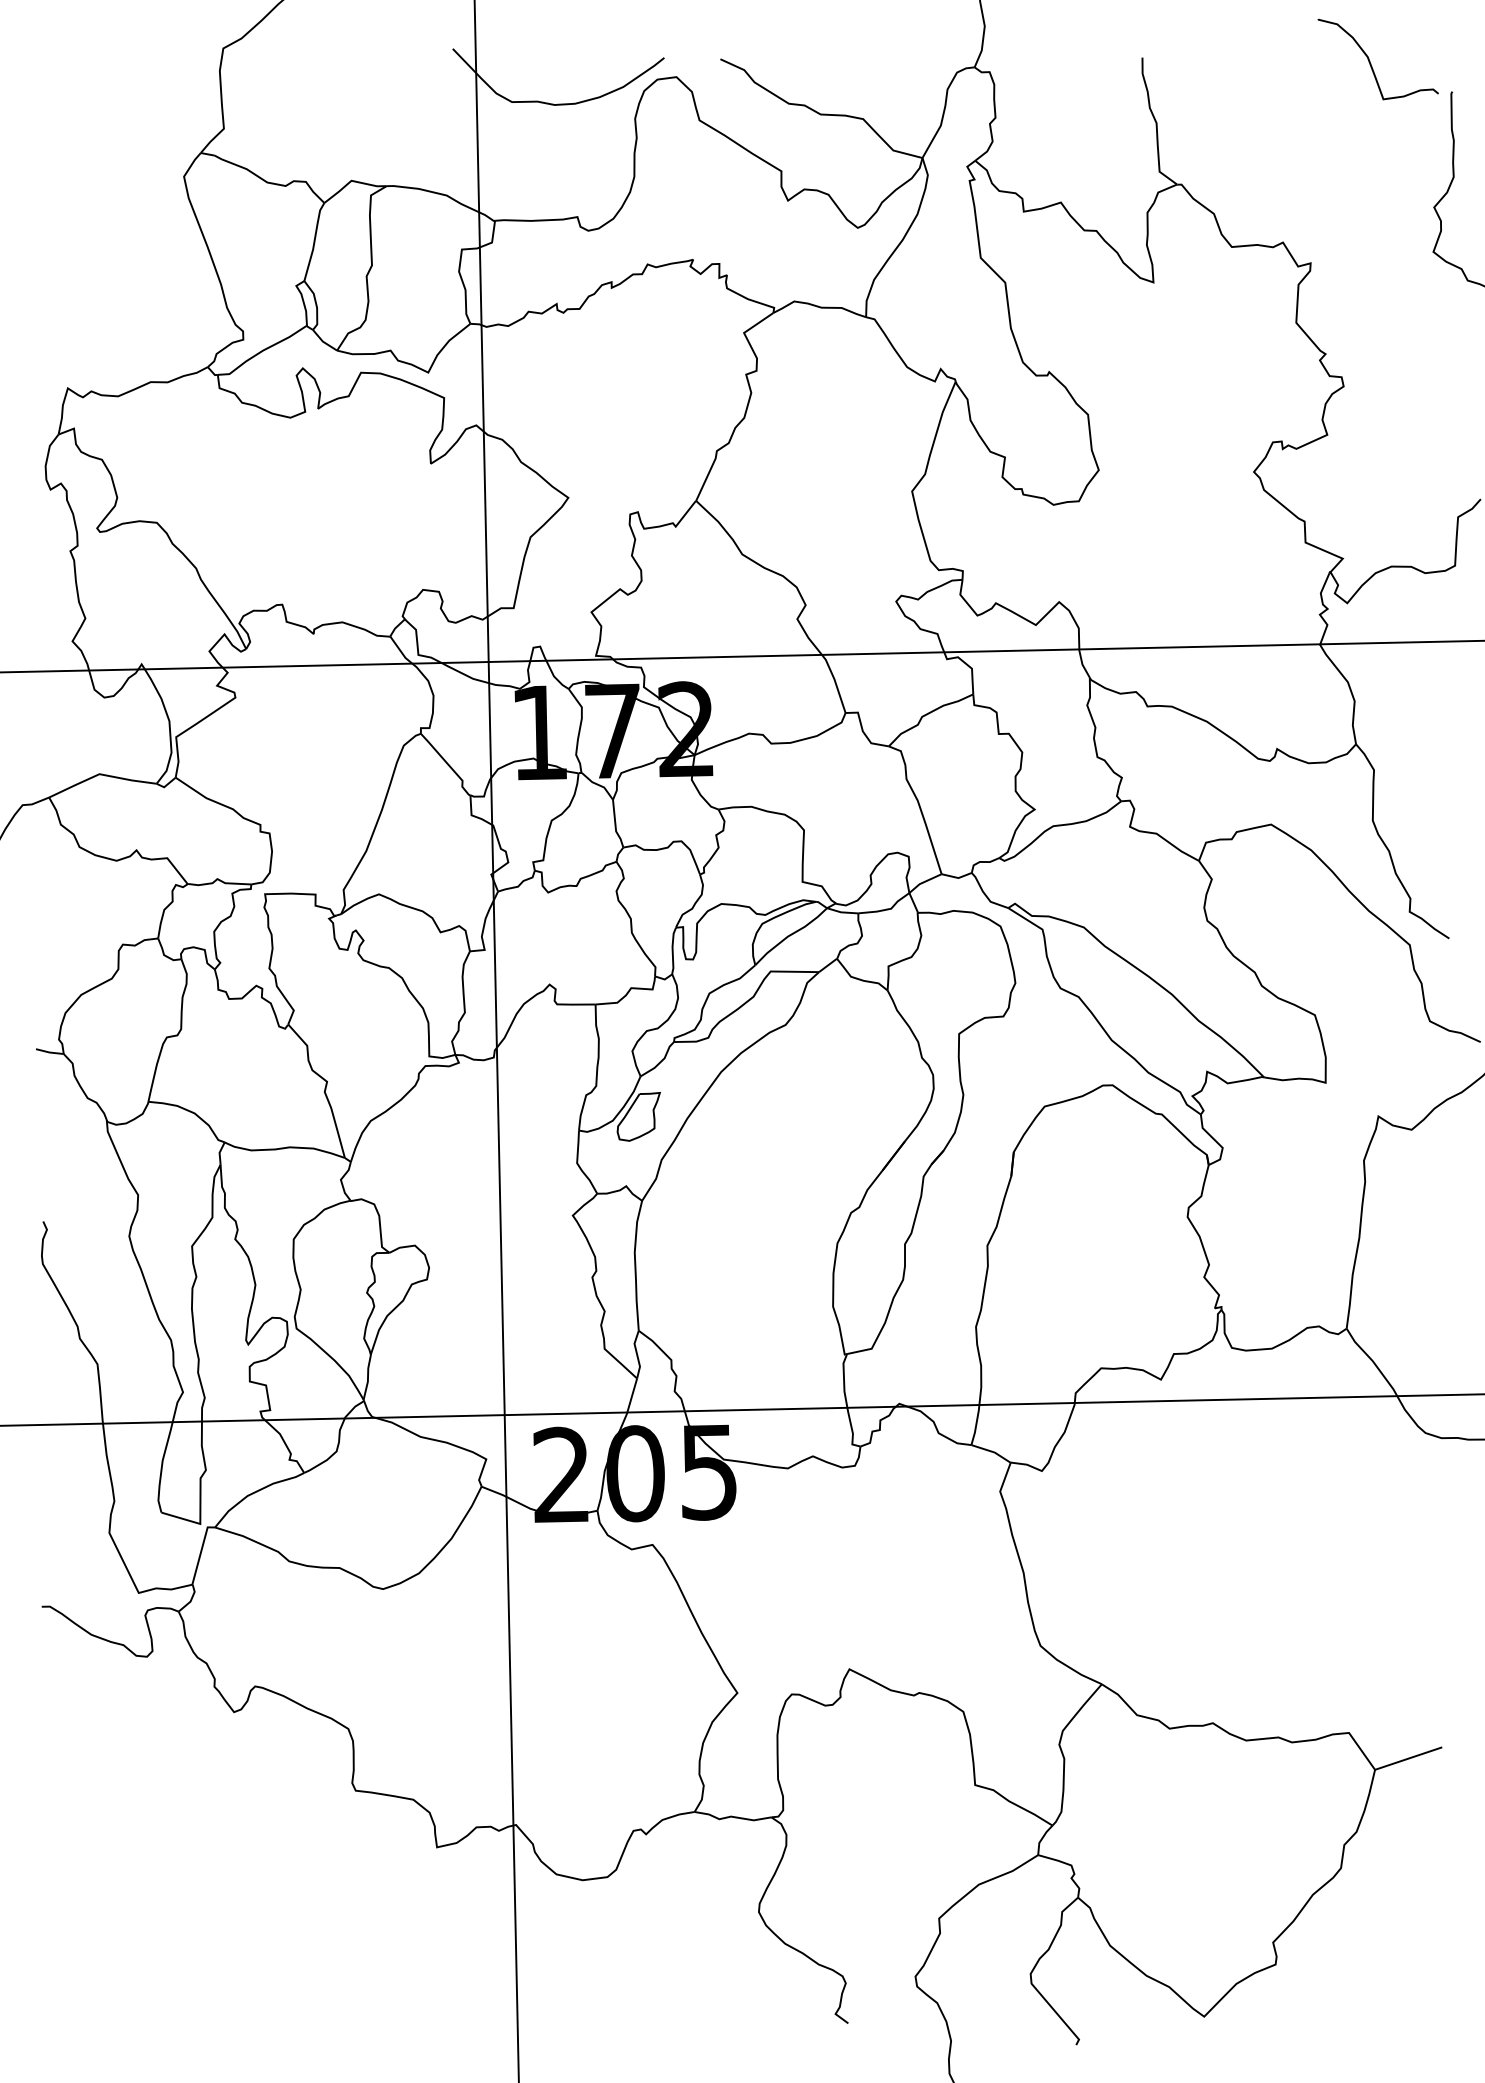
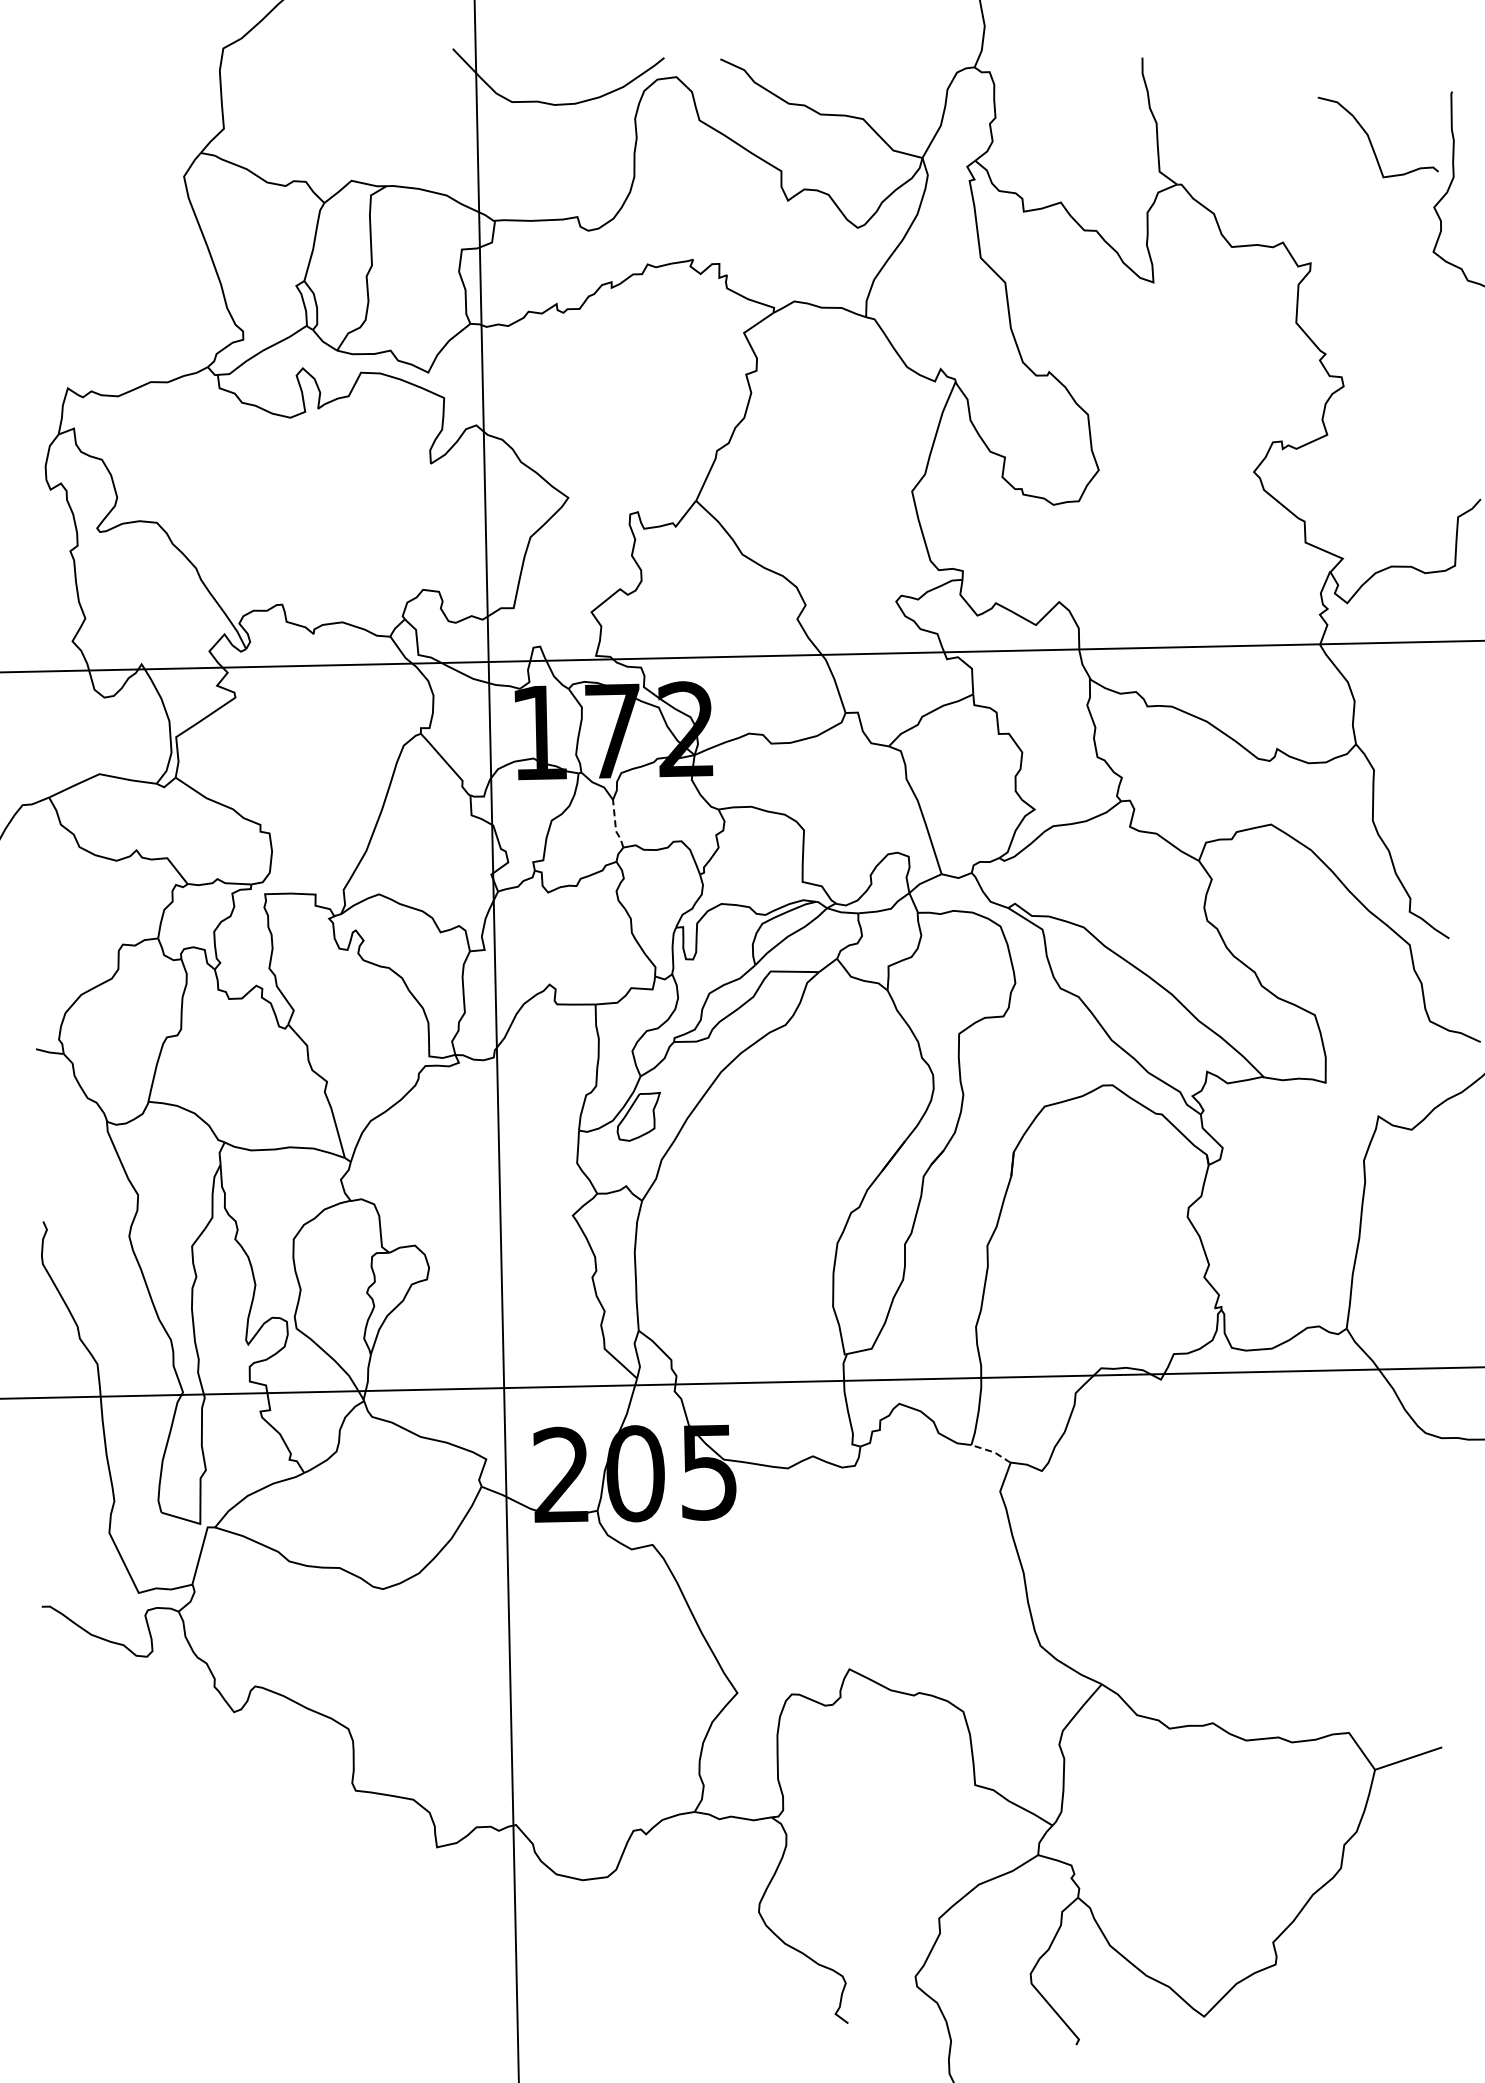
curve at (1371, 63) position: (1371, 63) -> (1371, 141)
line at (615, 825): solid -> dashed
line at (741, 1409) position: (741, 1409) -> (741, 1382)
line at (992, 1451): solid -> dashed
